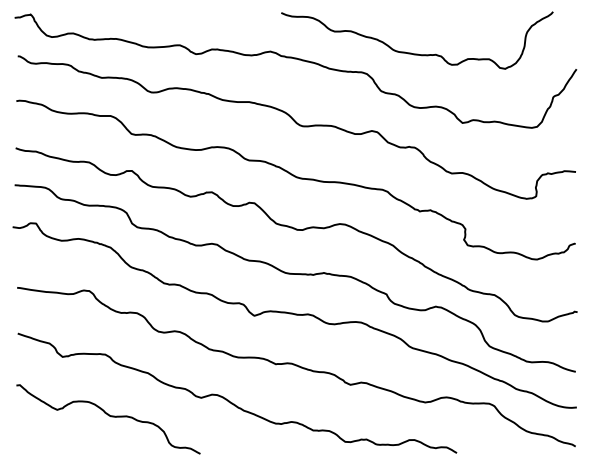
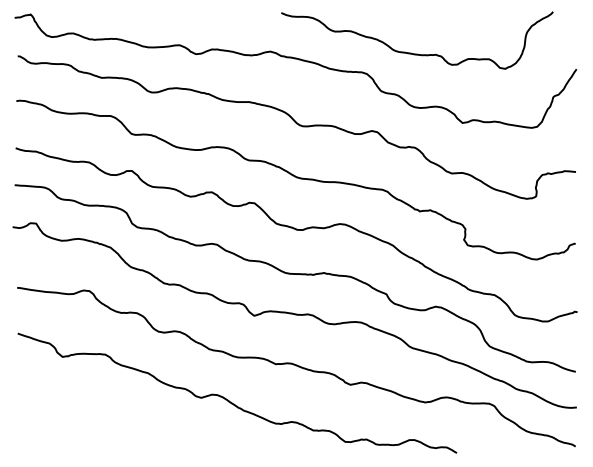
curve at (109, 416): present -> none
